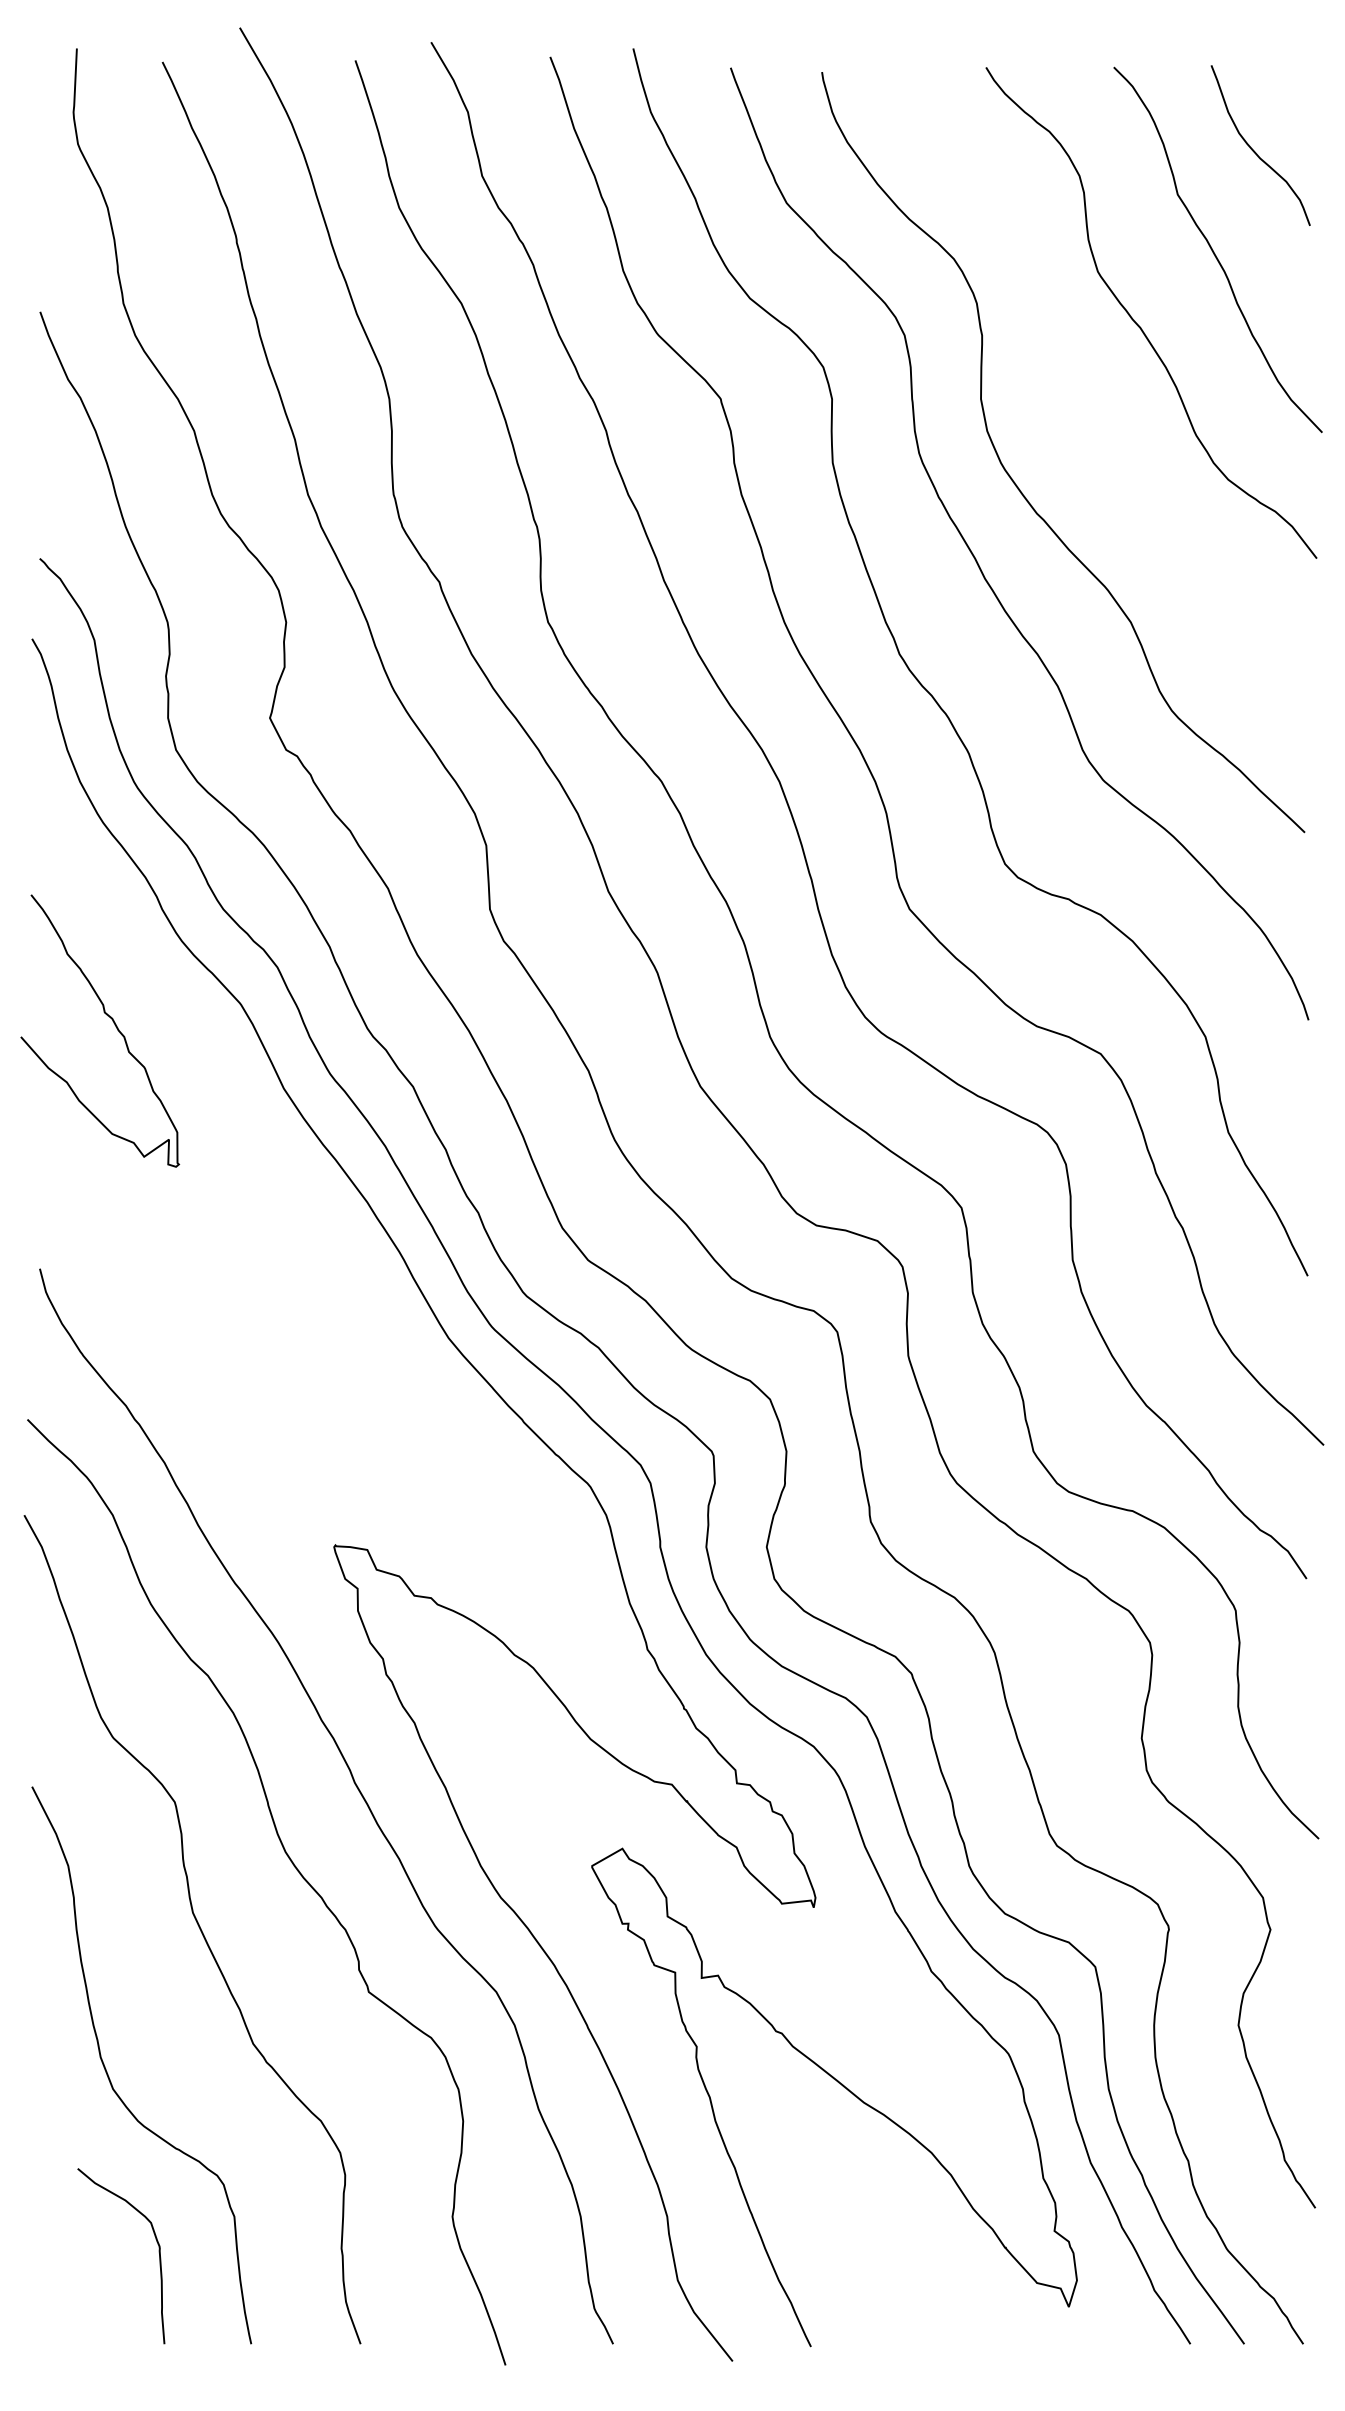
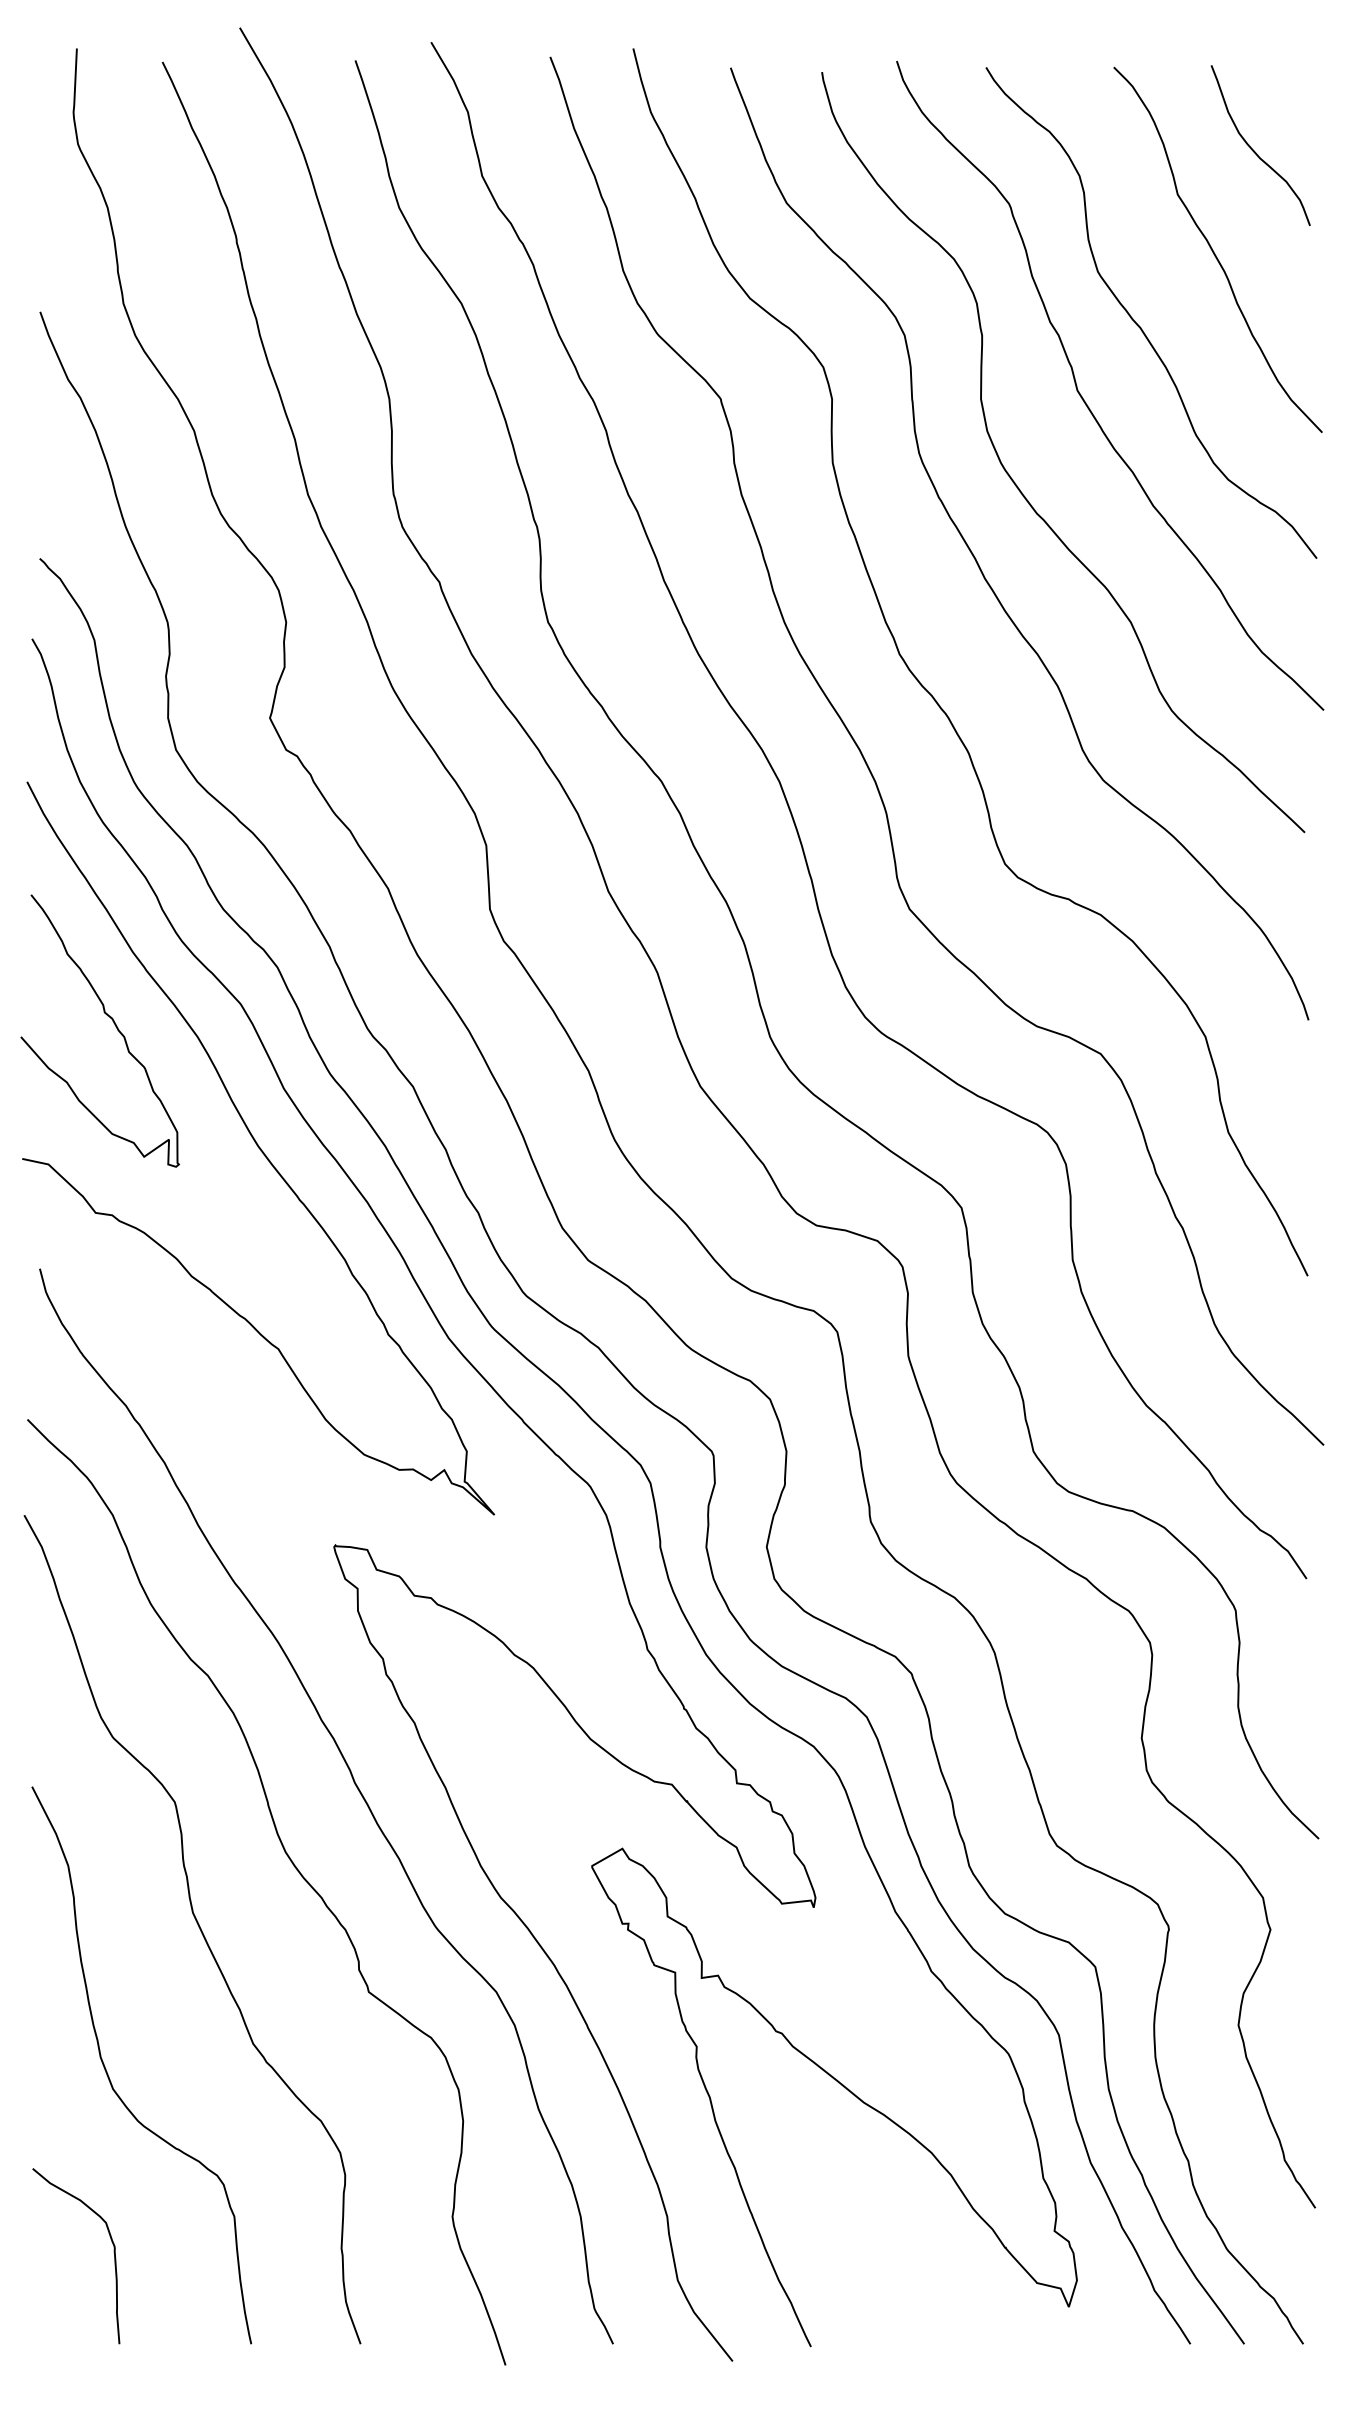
curve at (1086, 402): none -> present
curve at (258, 1148): none -> present
curve at (158, 2252) position: (158, 2252) -> (113, 2252)
